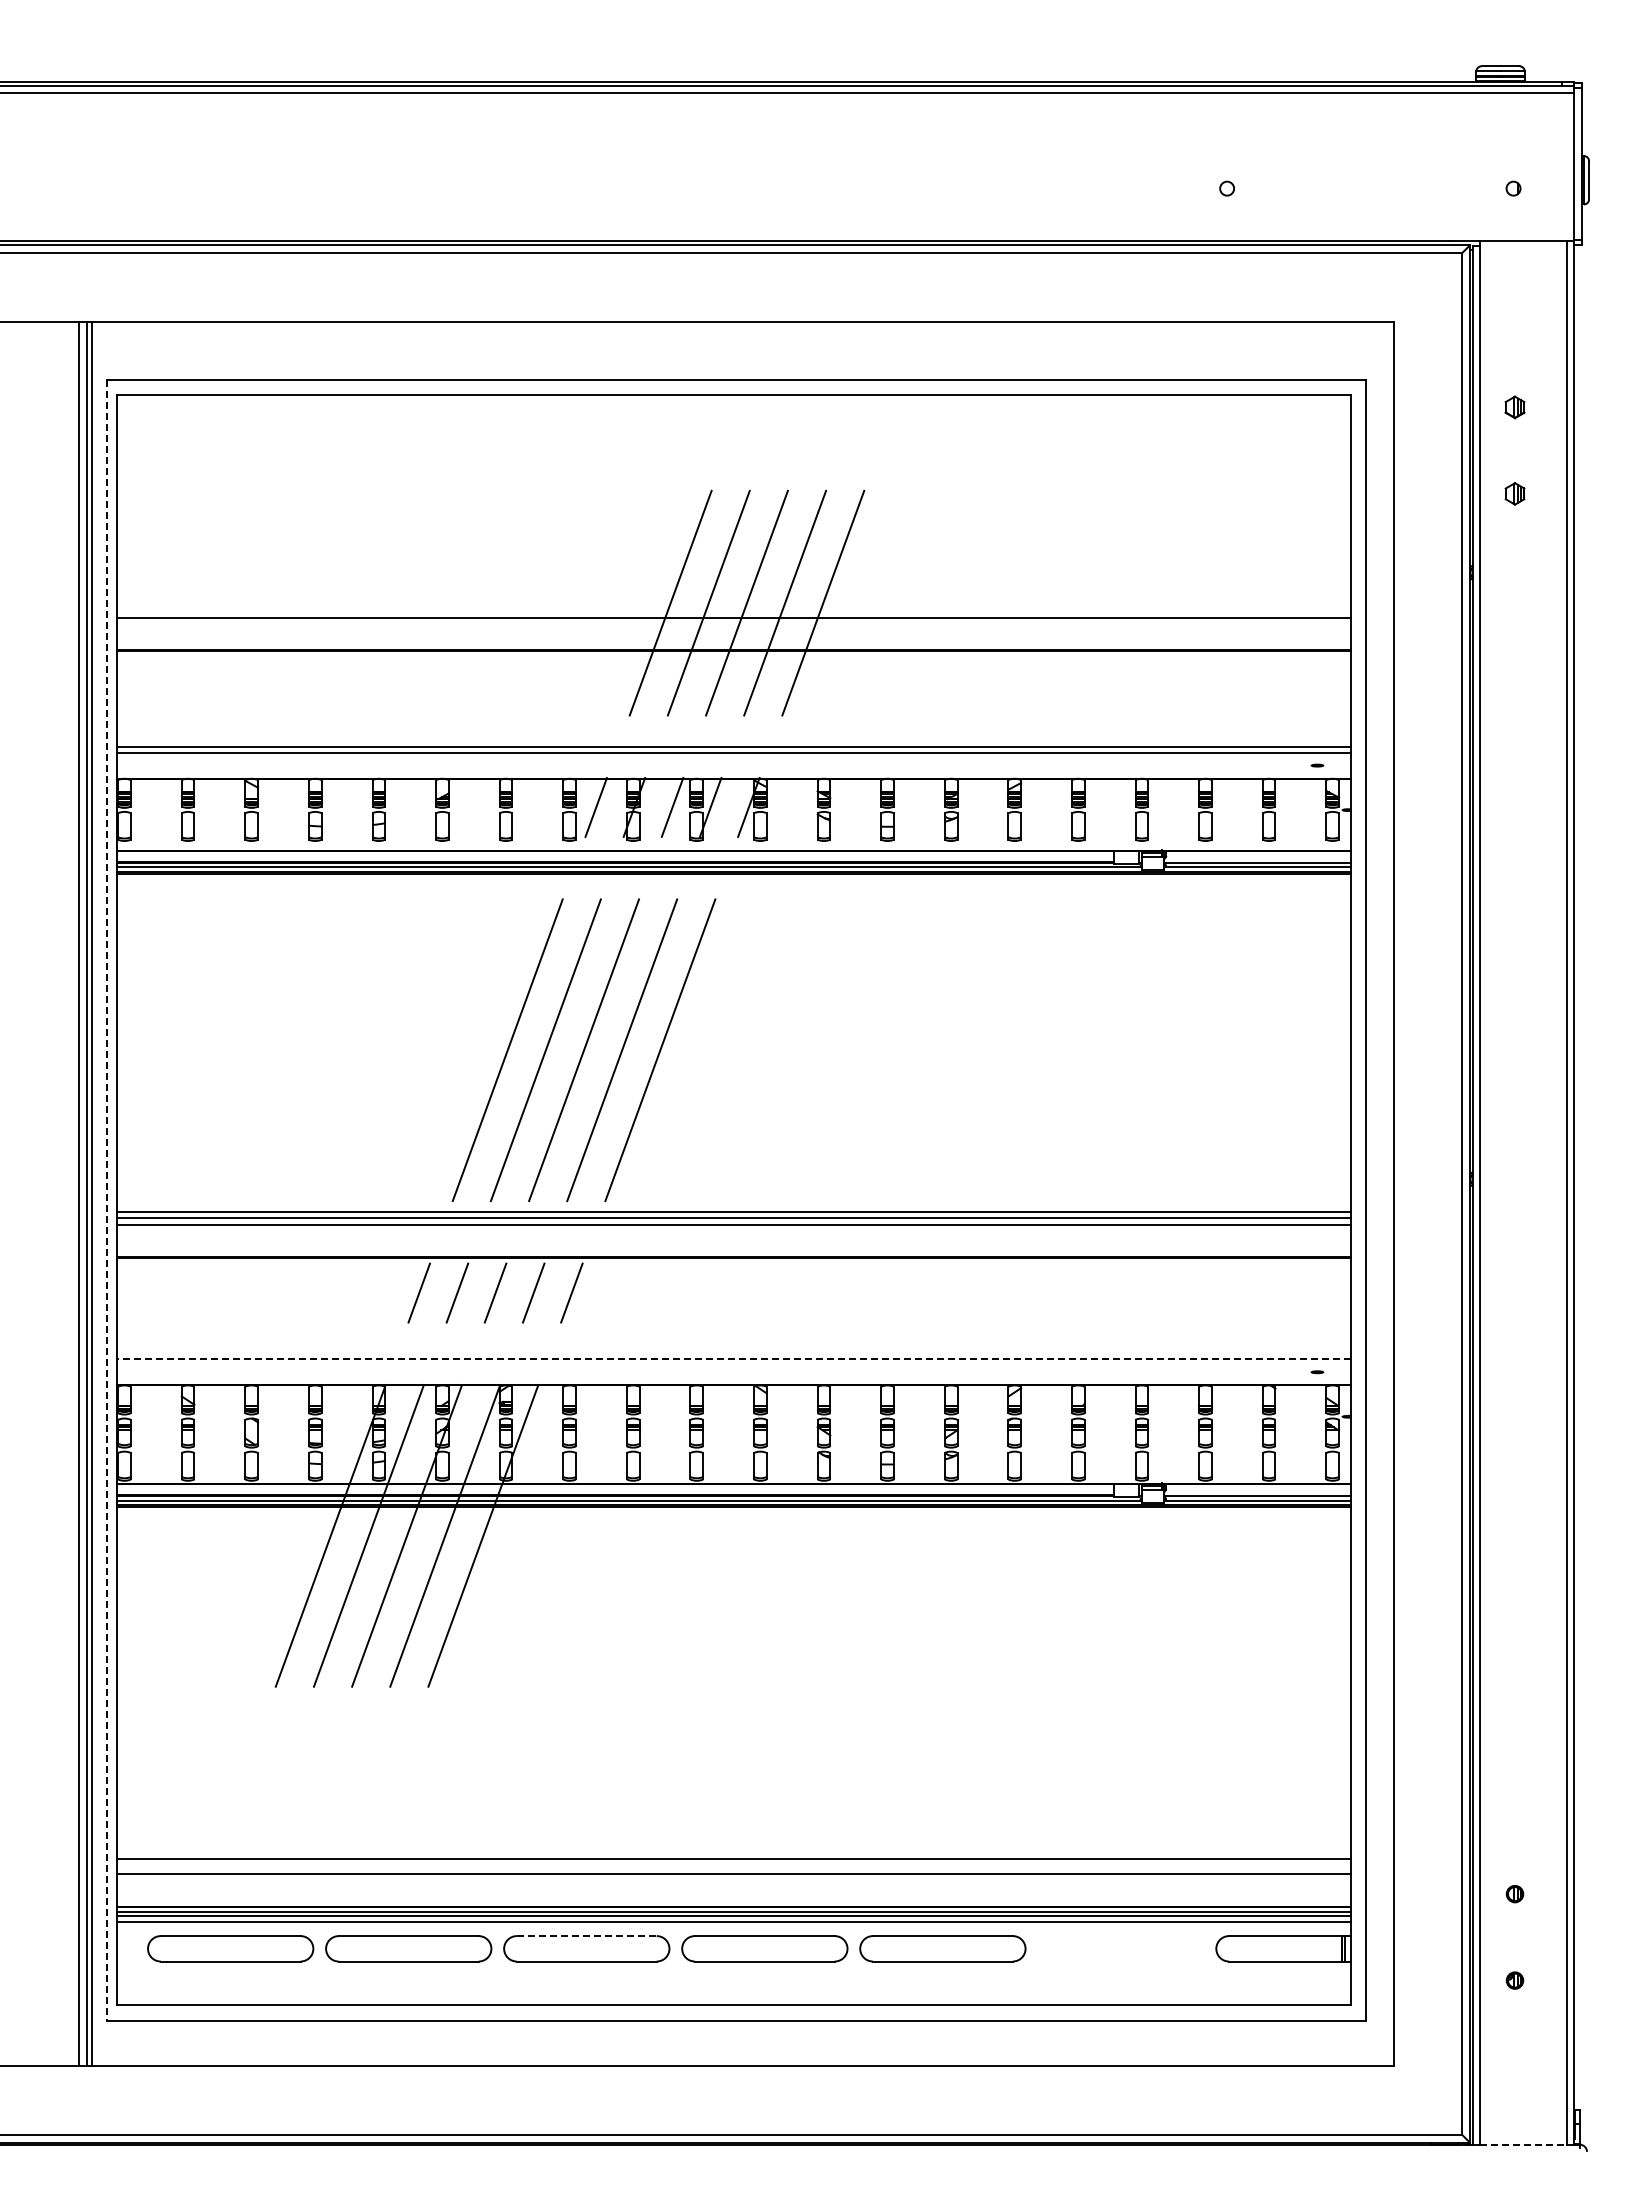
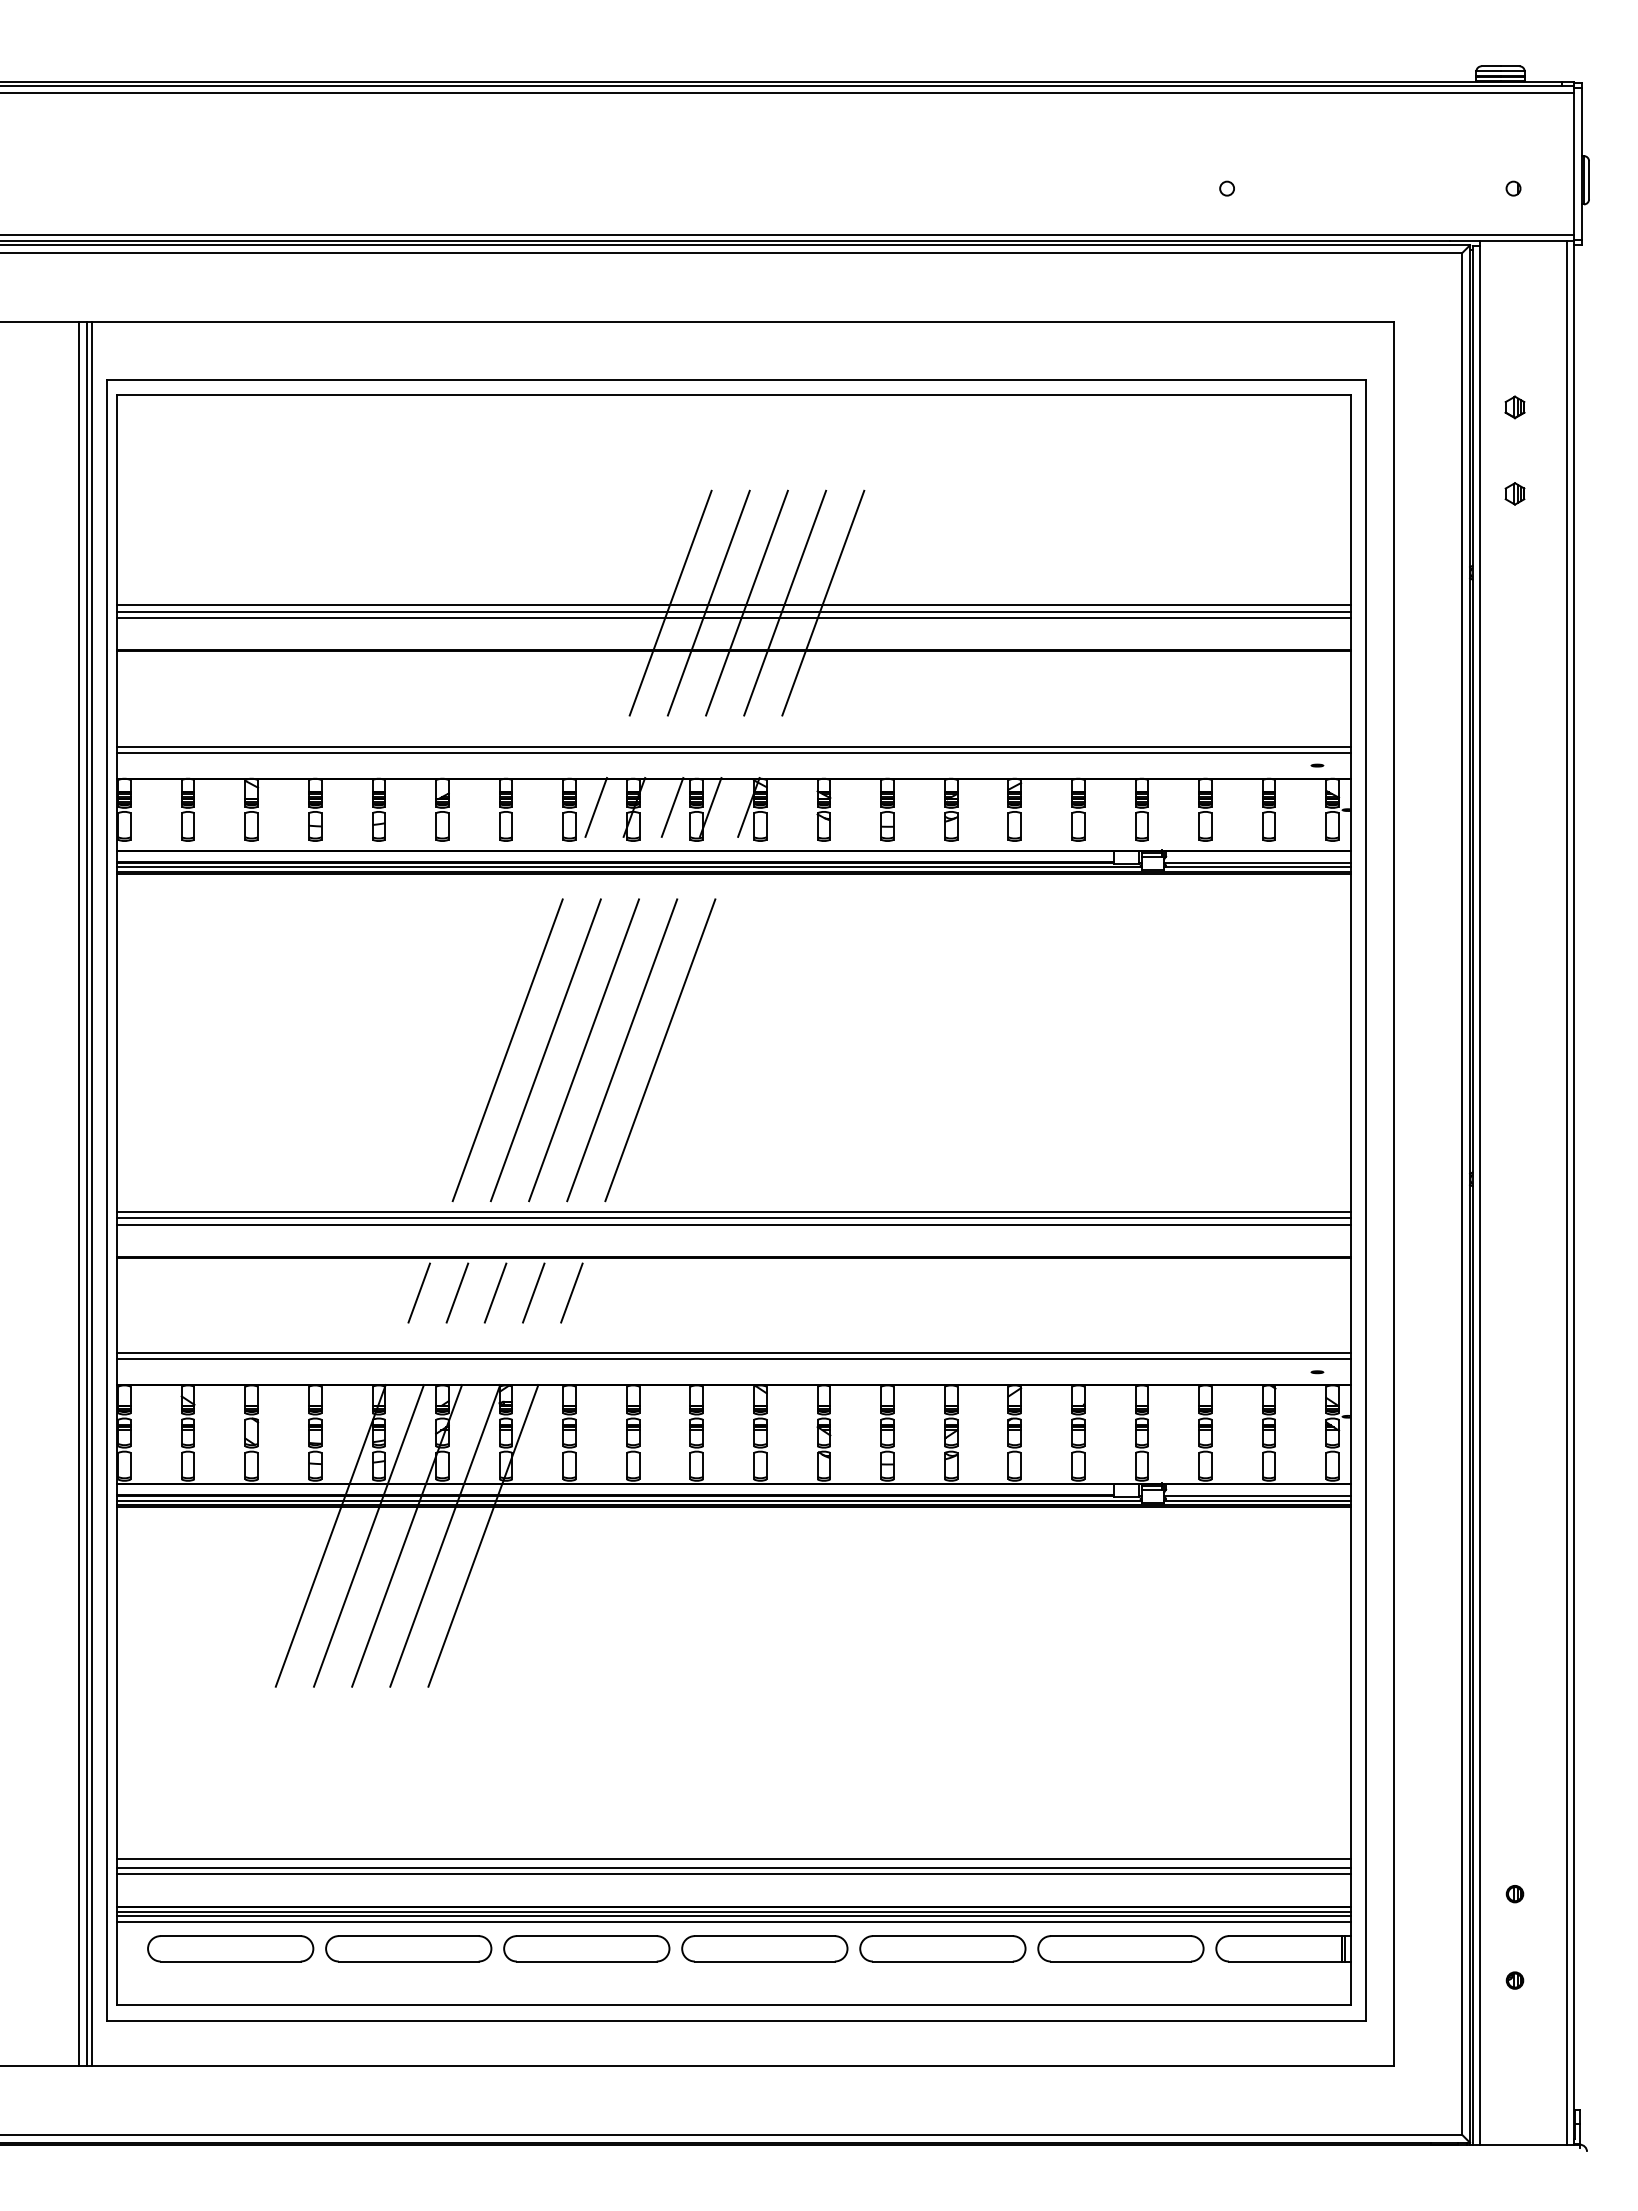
line at (788, 234): none -> present
line at (733, 604): none -> present
line at (733, 611): none -> present
line at (106, 1200): dashed -> solid
line at (733, 1353): none -> present
line at (733, 1359): dashed -> solid
line at (733, 1867): none -> present
line at (586, 1936): dashed -> solid
part at (1120, 1948): none -> present
line at (1523, 2144): dashed -> solid
